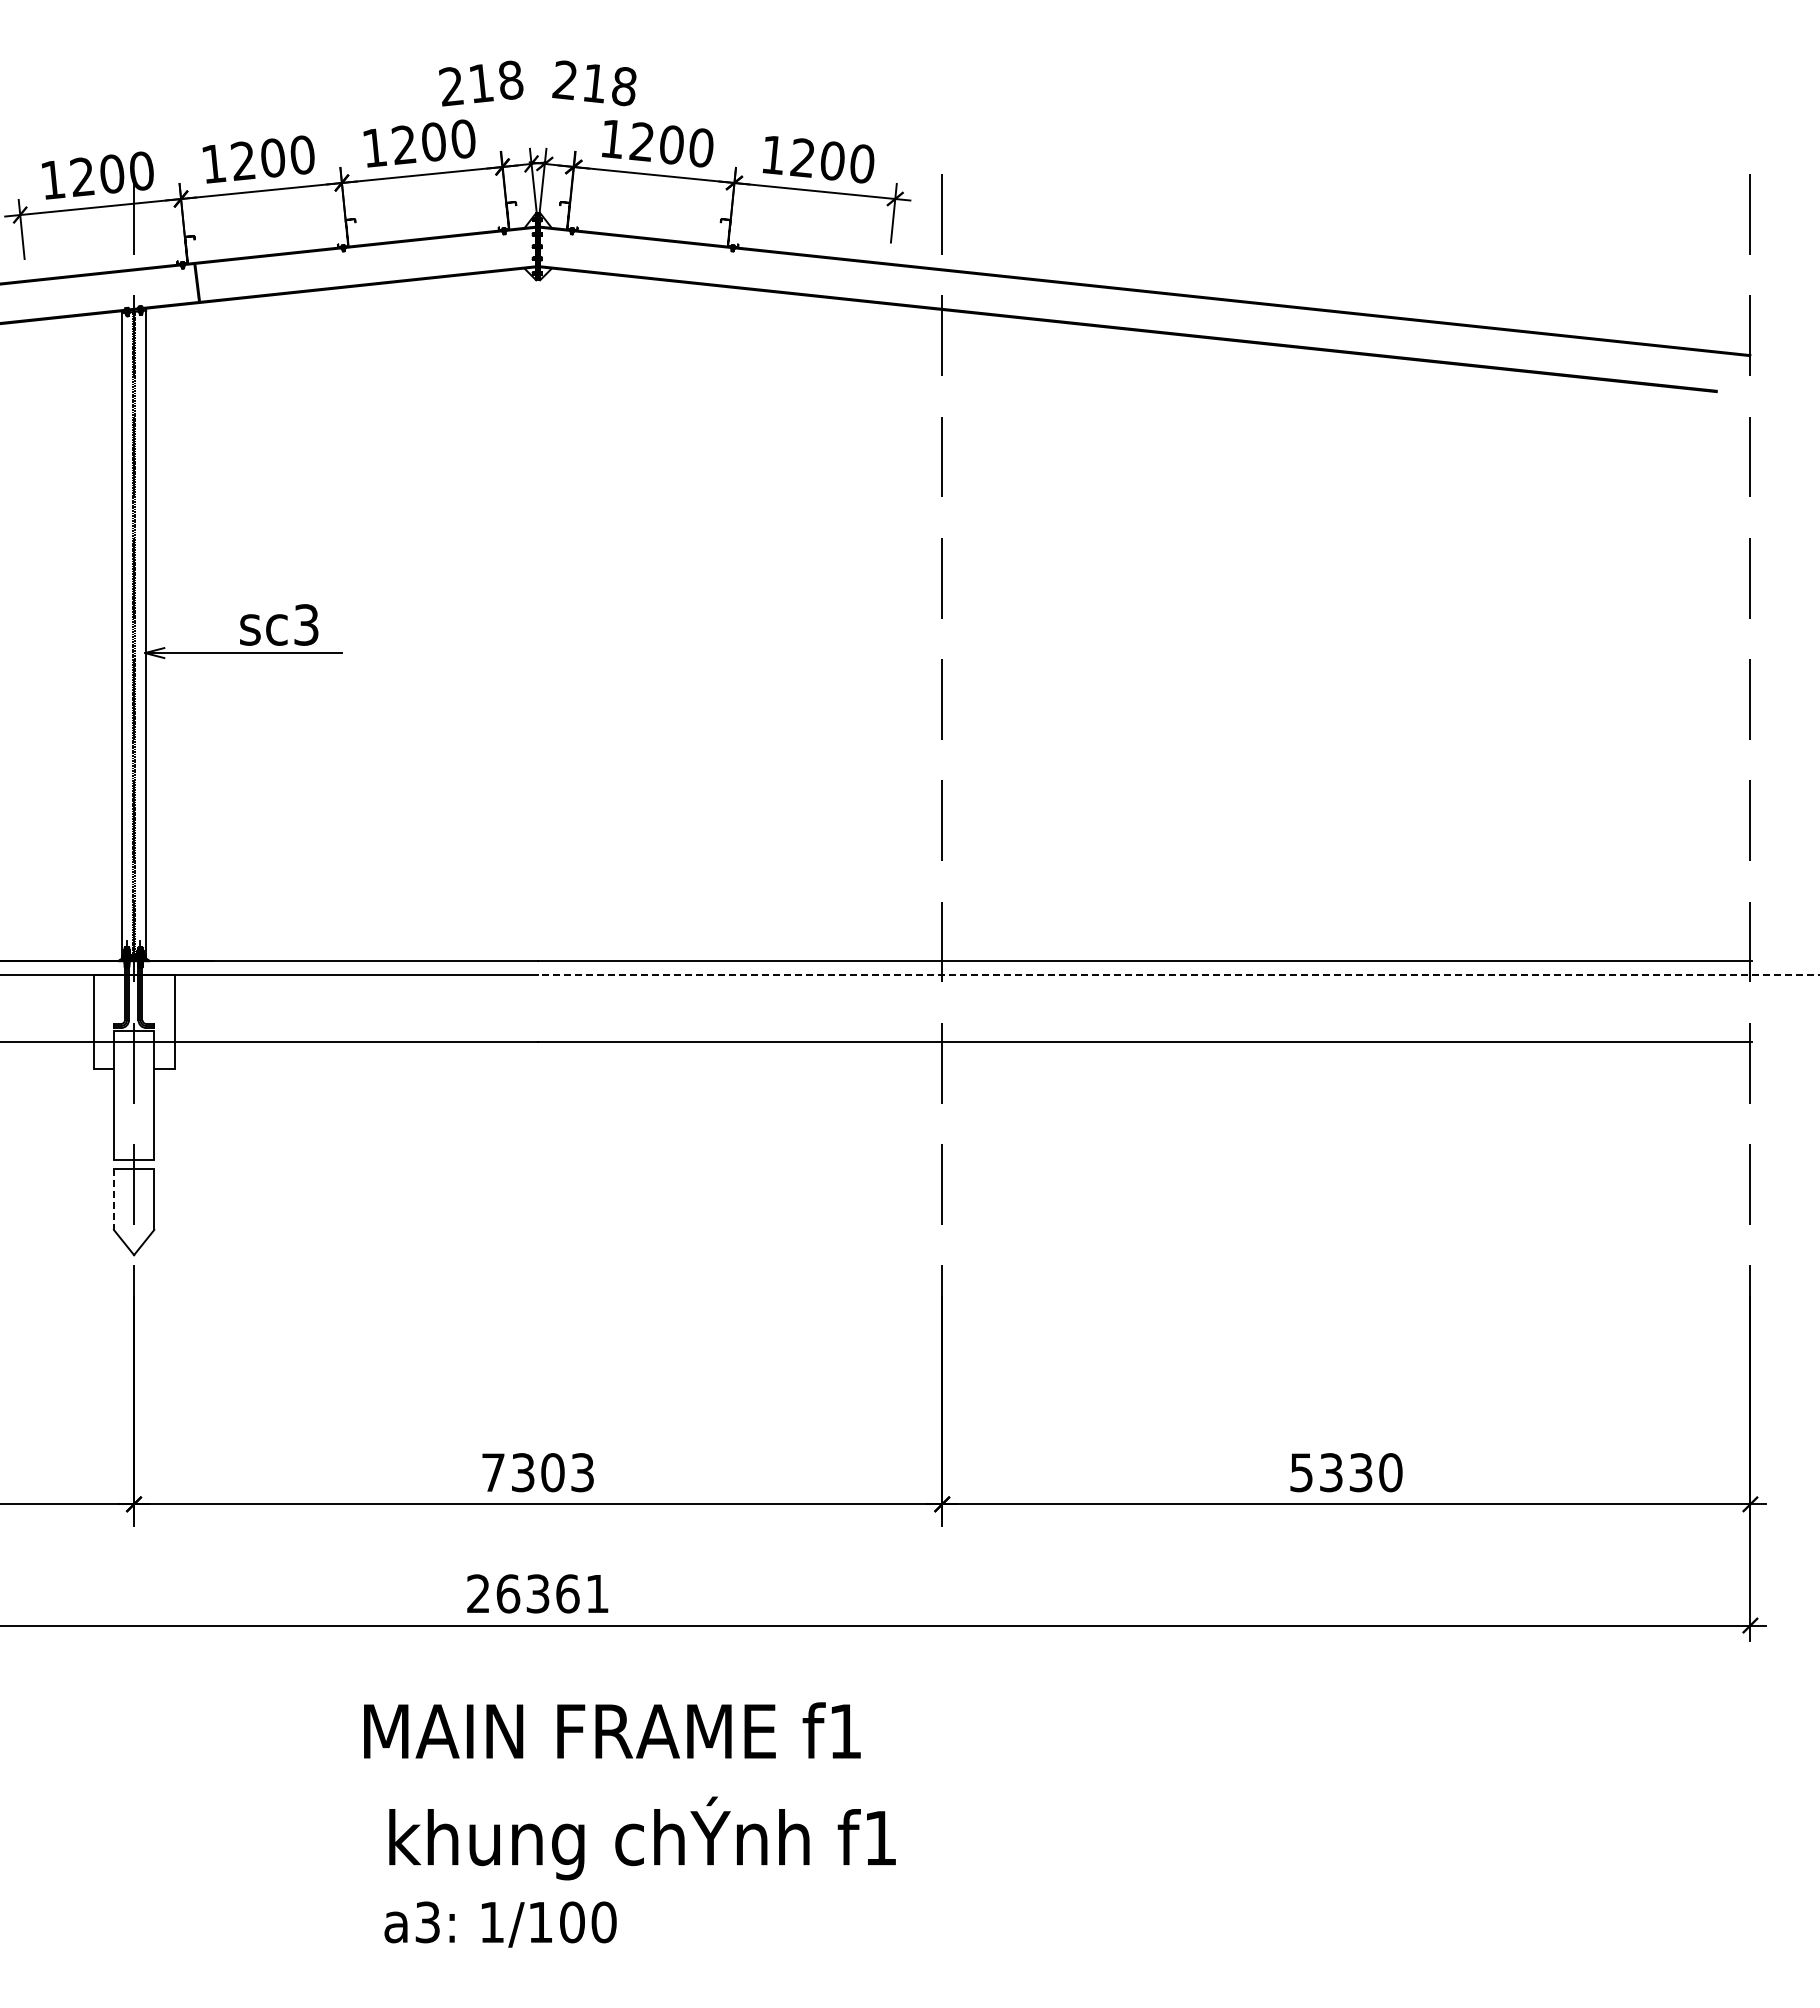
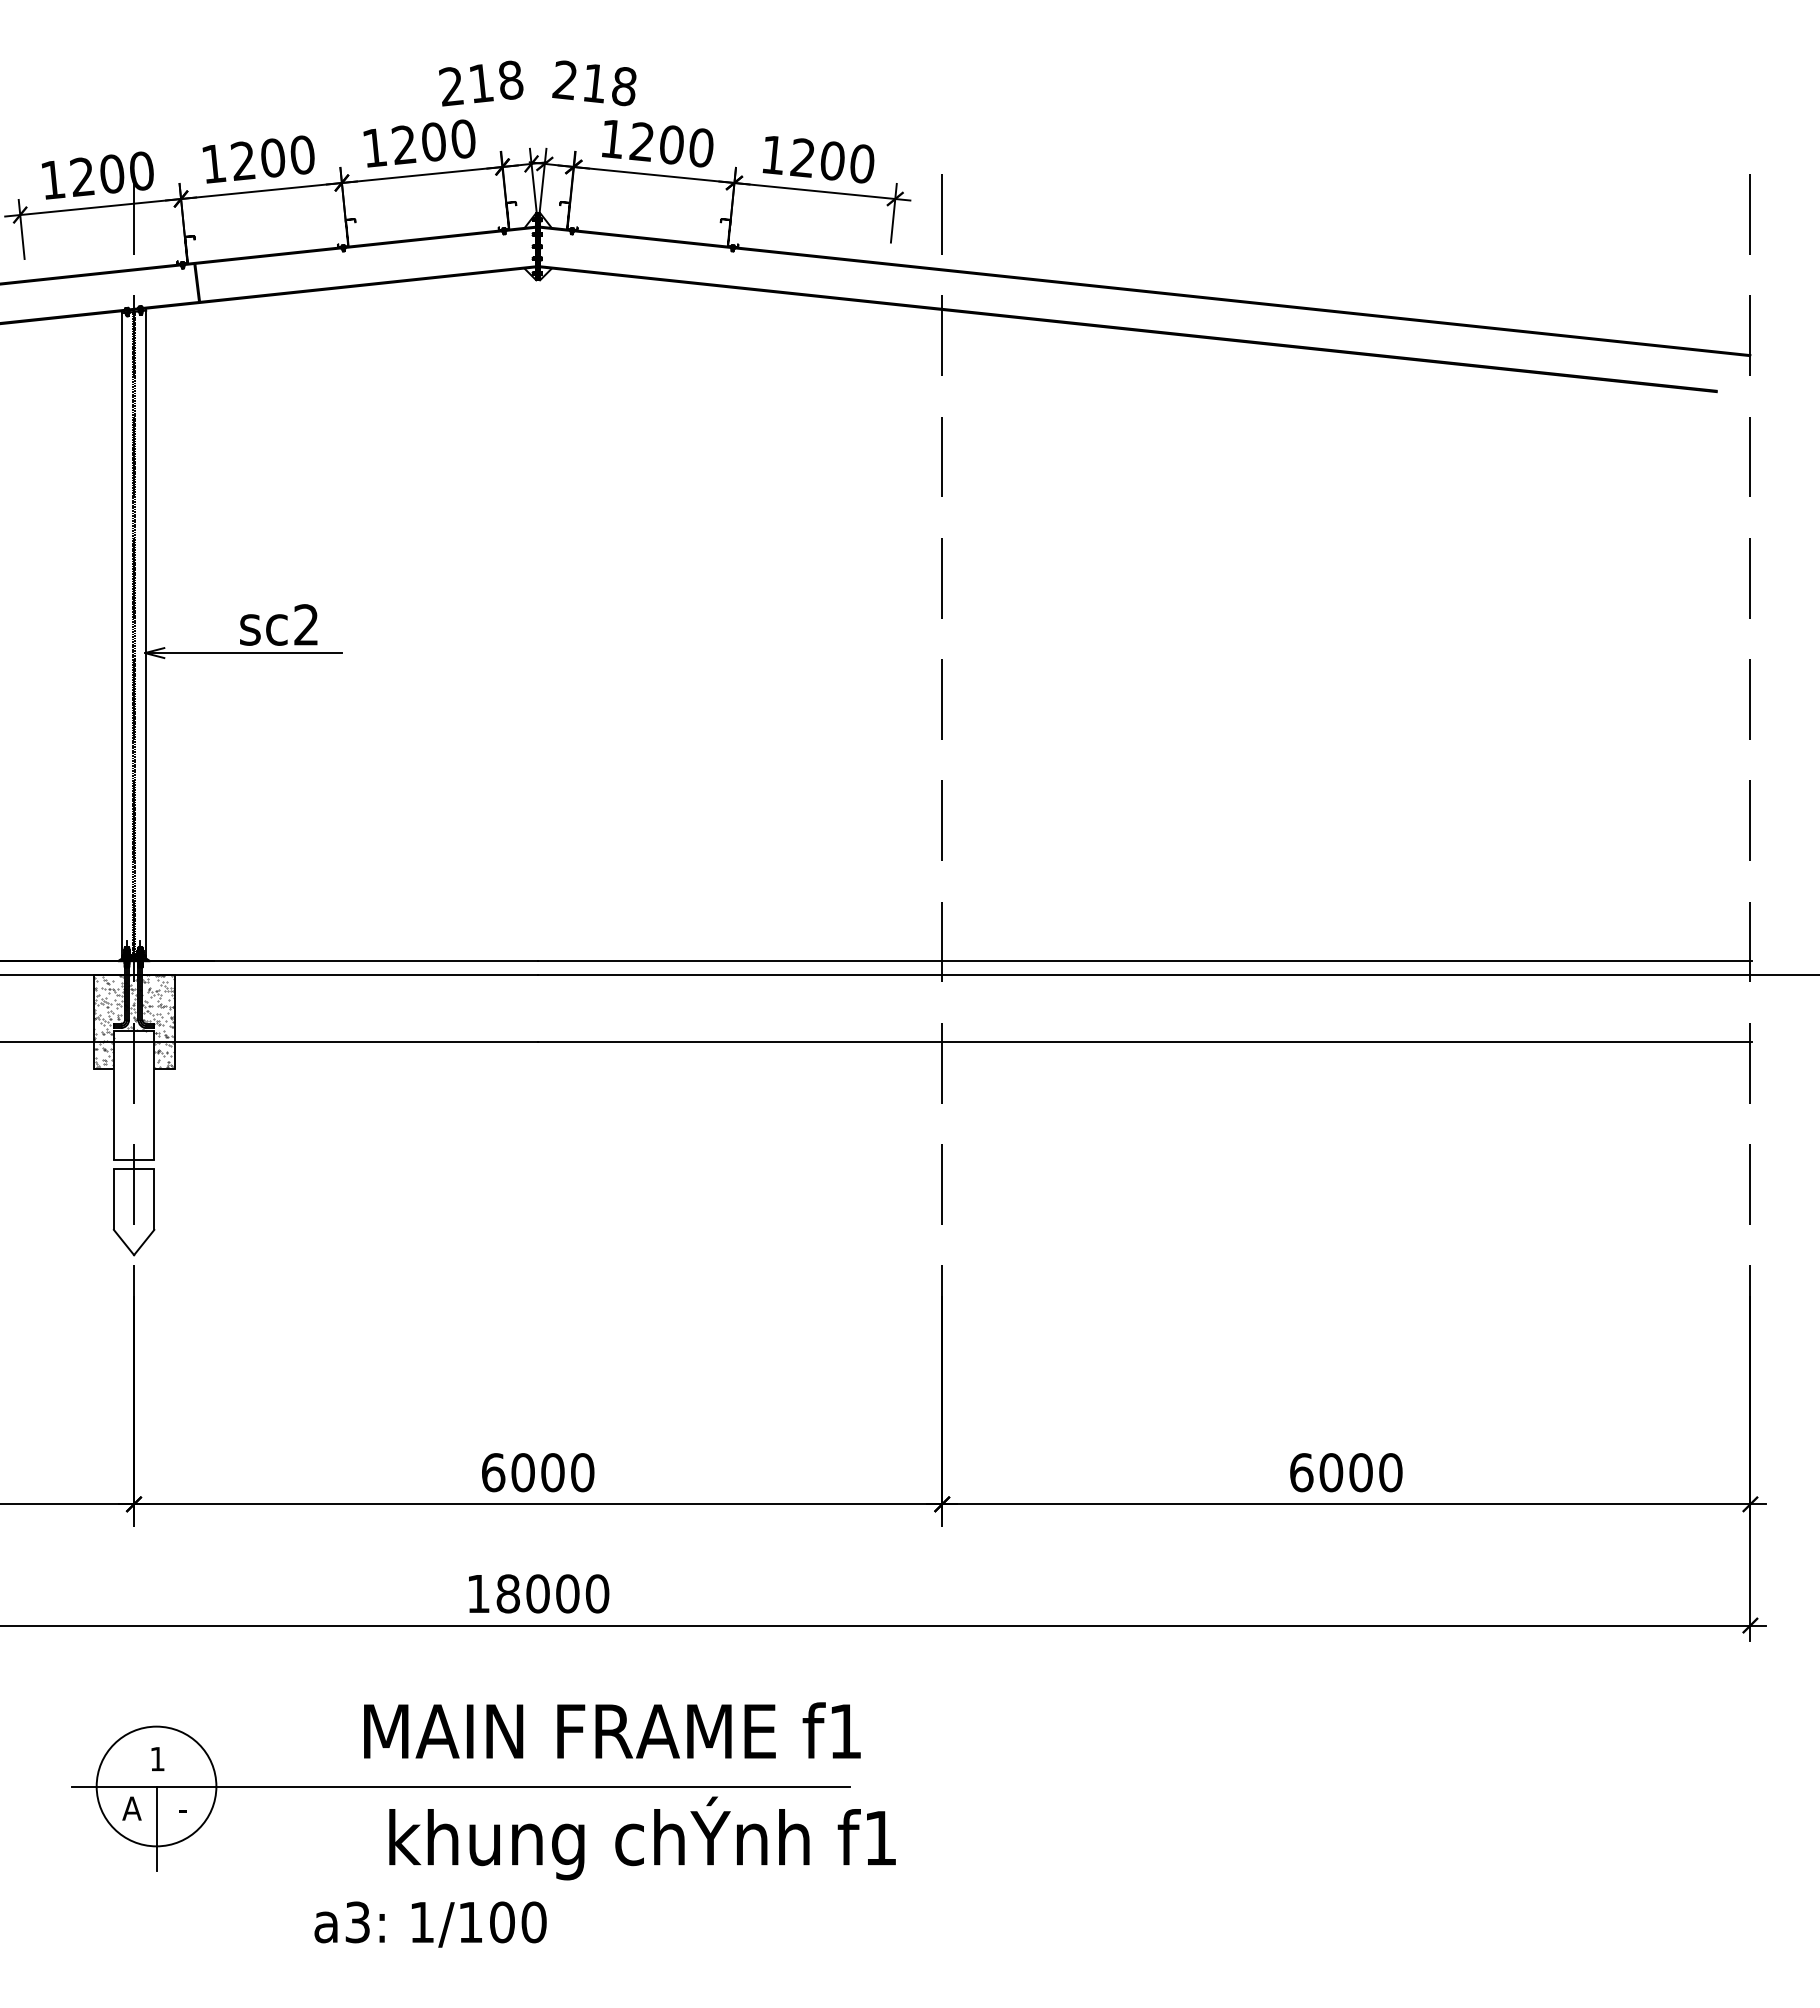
text at (306, 624): sc3 -> sc2
line at (1178, 974): dashed -> solid
hatch at (133, 1021): none -> present
line at (113, 1200): dashed -> solid
text at (538, 1472): 7303 -> 6000
text at (1331, 1472): 5330 -> 6000
text at (538, 1593): 26361 -> 18000
part at (460, 1787): none -> present
text at (500, 1924) position: (500, 1924) -> (430, 1924)
